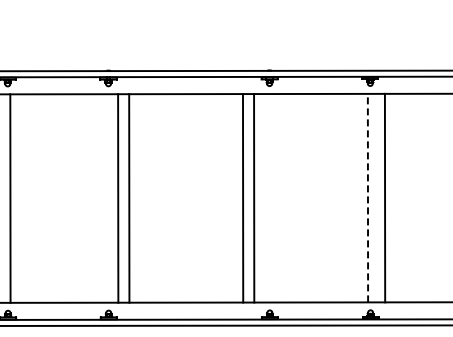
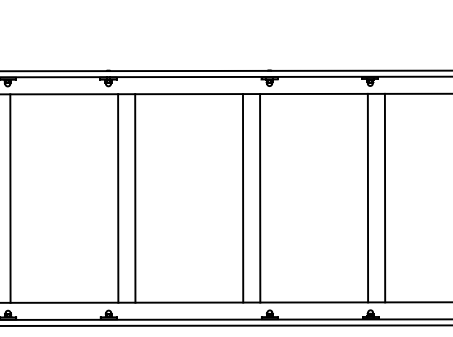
line at (367, 197): dashed -> solid
line at (129, 198) position: (129, 198) -> (135, 198)
line at (254, 198) position: (254, 198) -> (260, 198)
